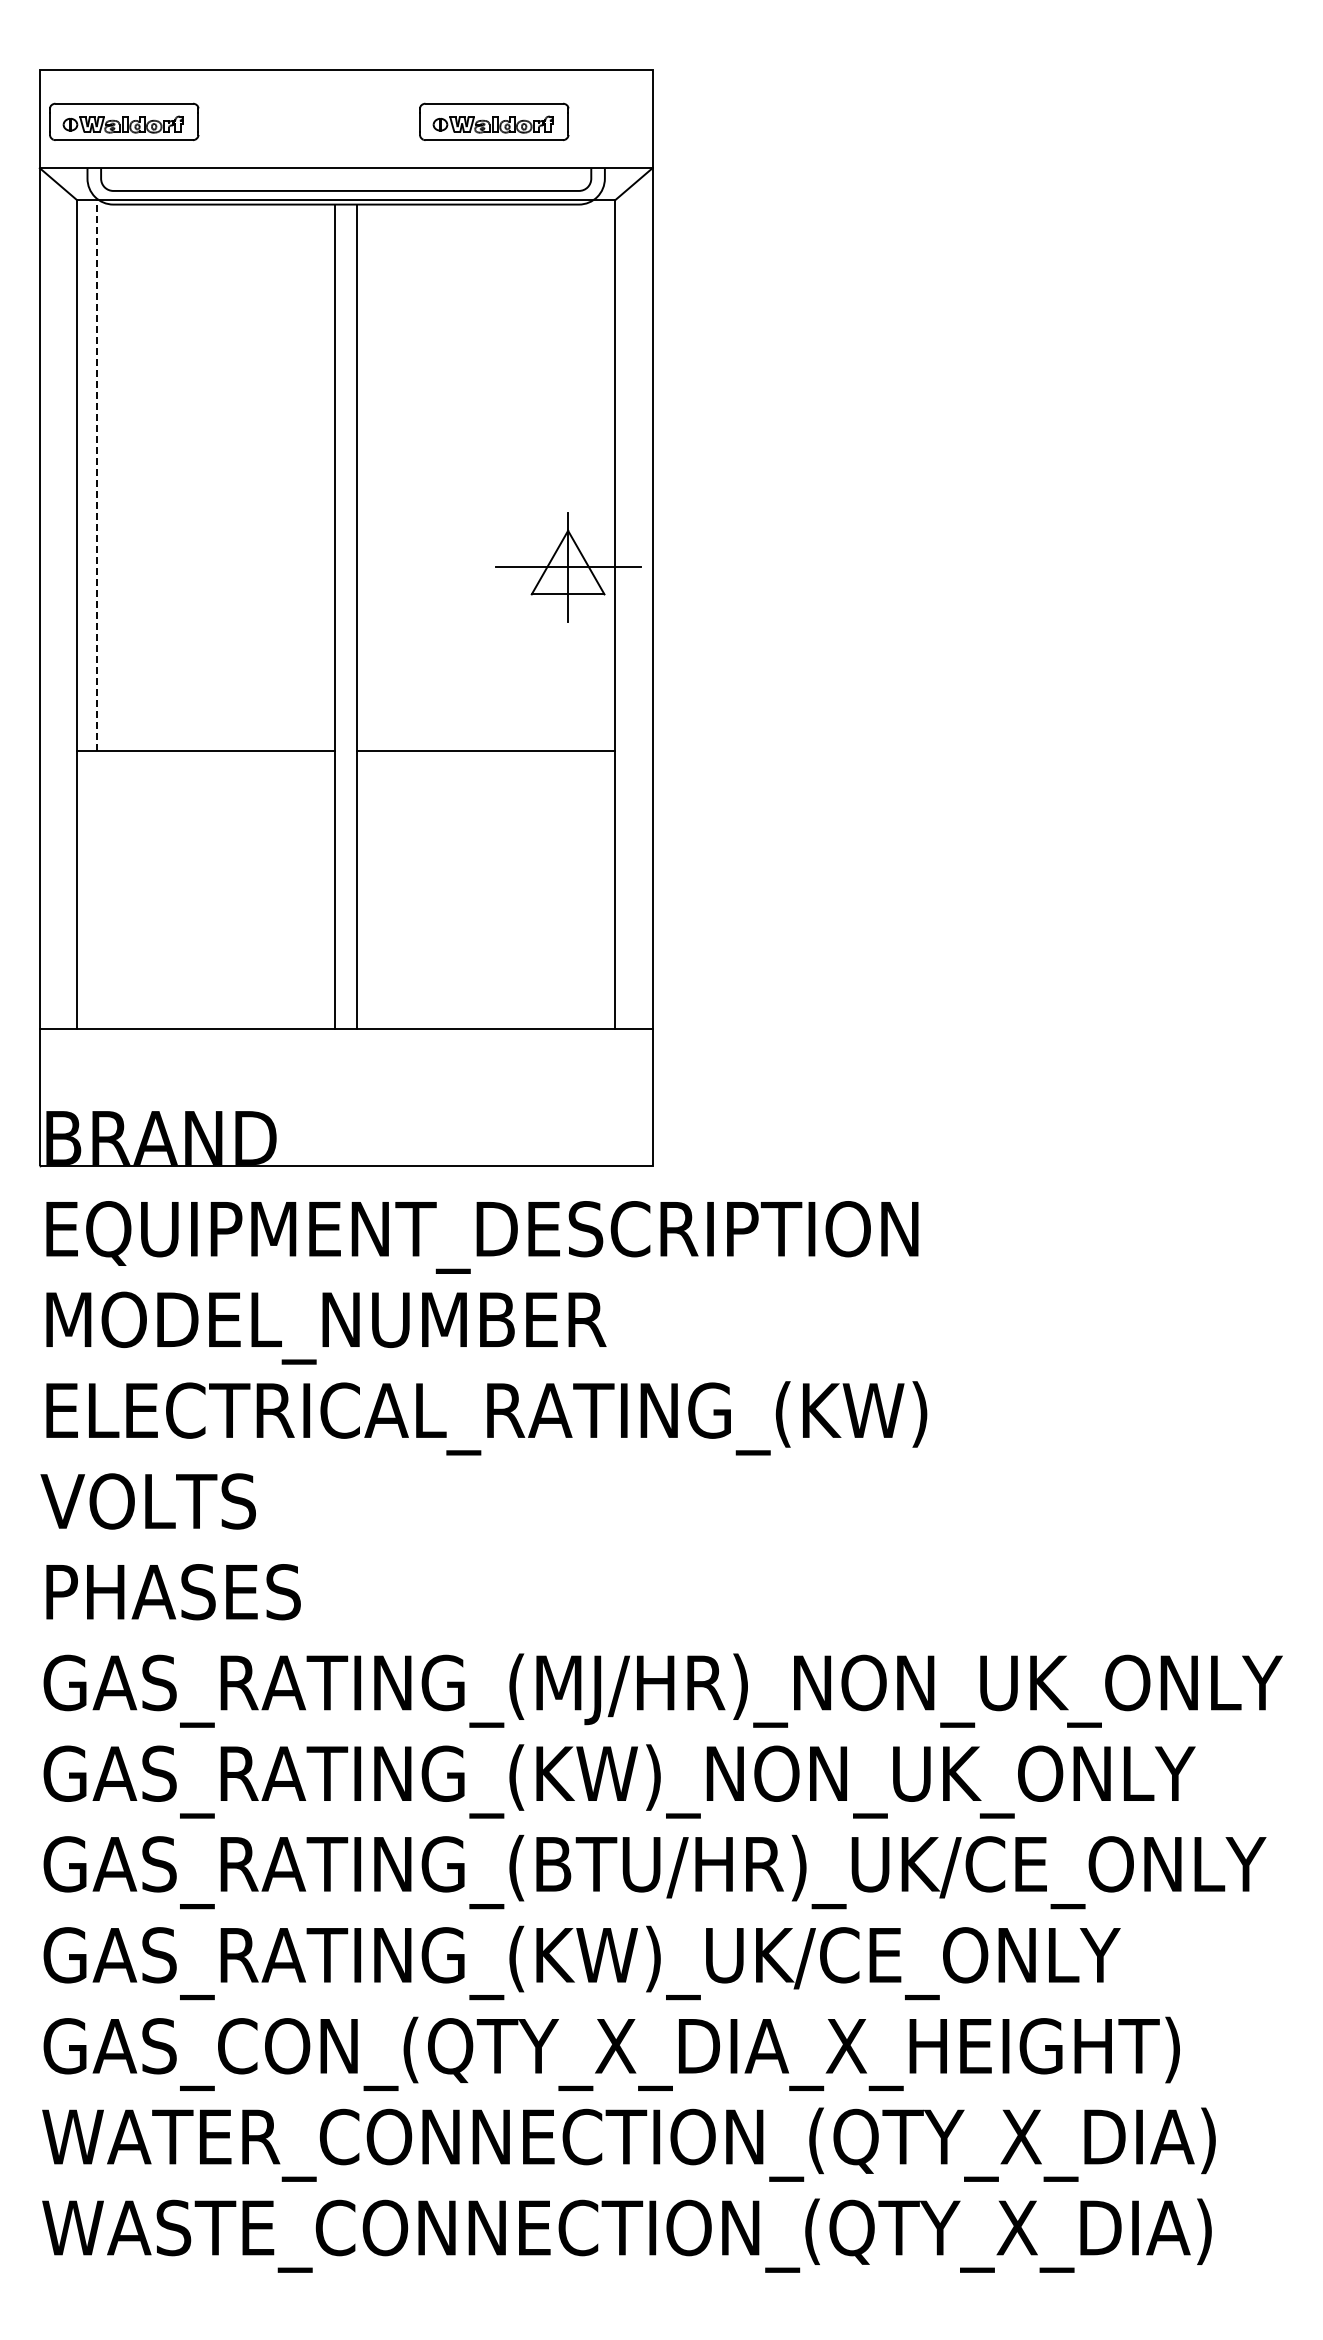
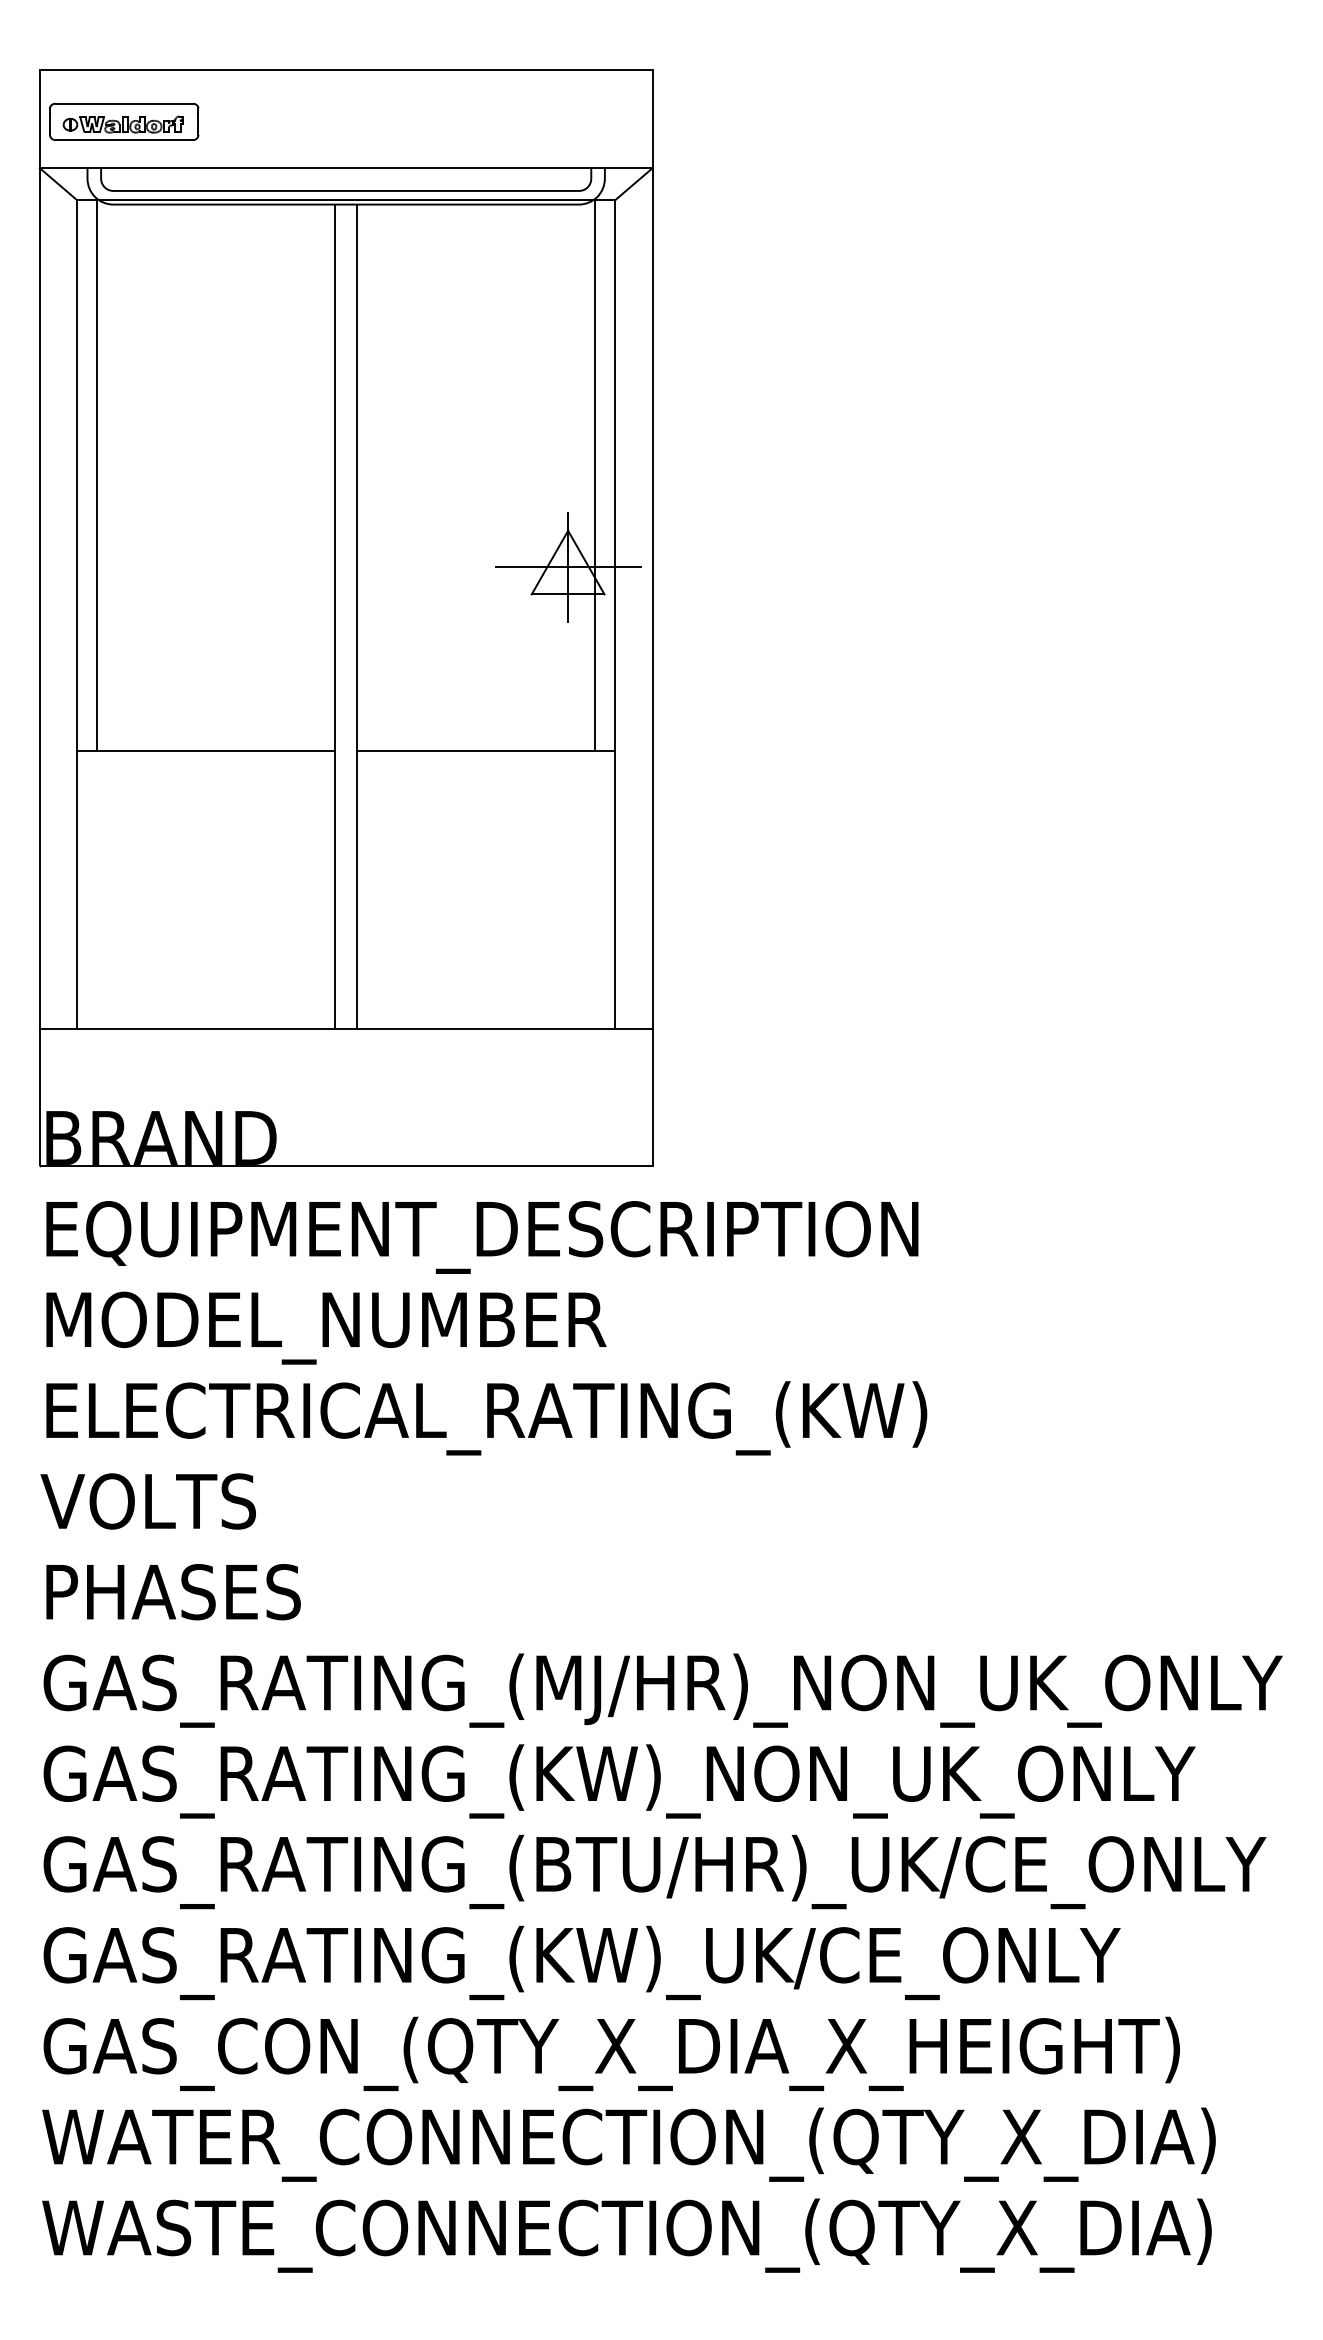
part at (494, 121): present -> none
line at (97, 474): dashed -> solid
line at (595, 475): none -> present
